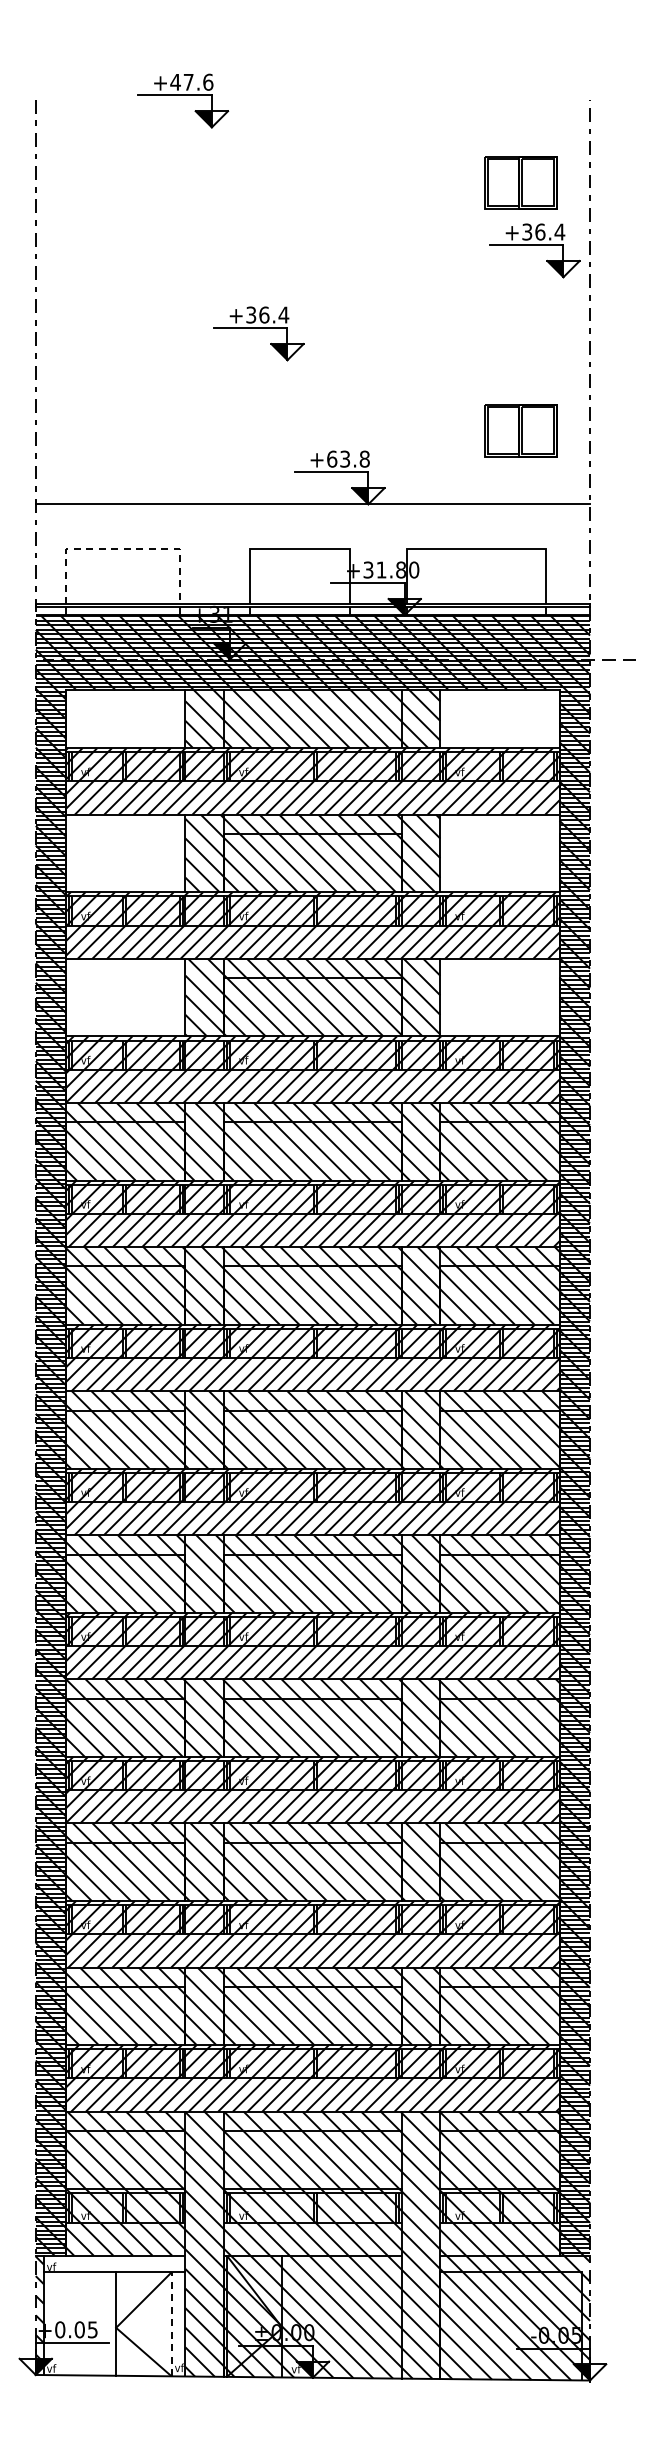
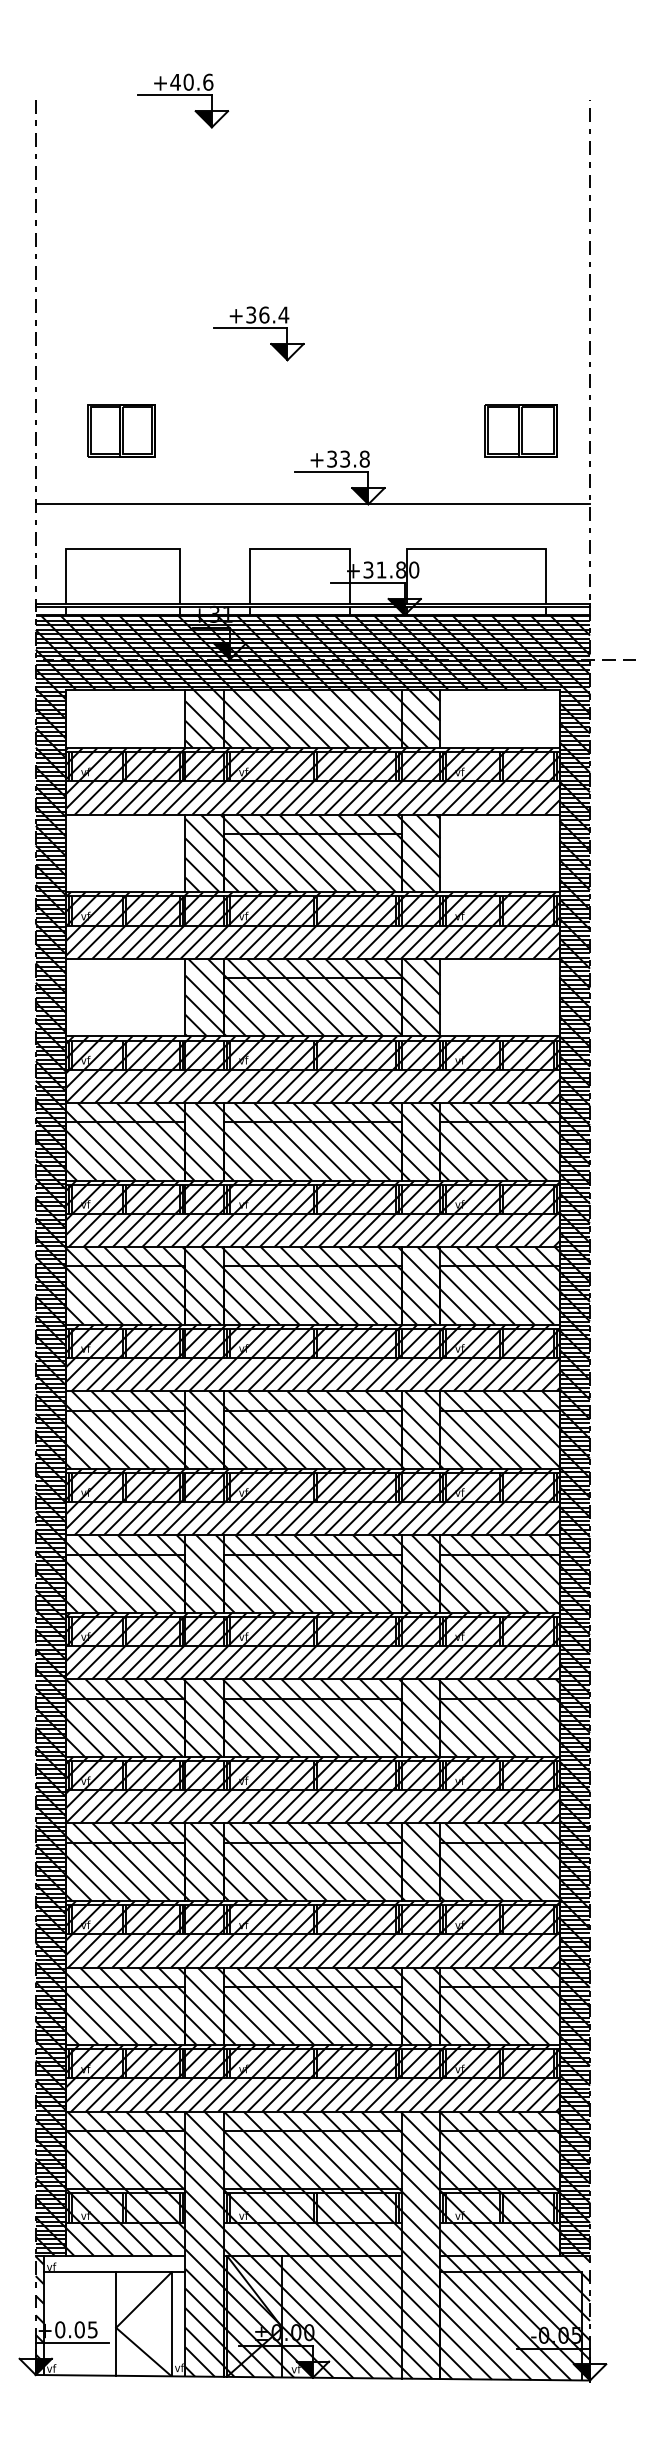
text at (188, 81): +47.6 -> +40.6
part at (520, 182): present -> none
part at (534, 250): present -> none
part at (121, 430): none -> present
text at (332, 458): +63.8 -> +33.8
line at (123, 548): dashed -> solid
line at (171, 2324): dashed -> solid
